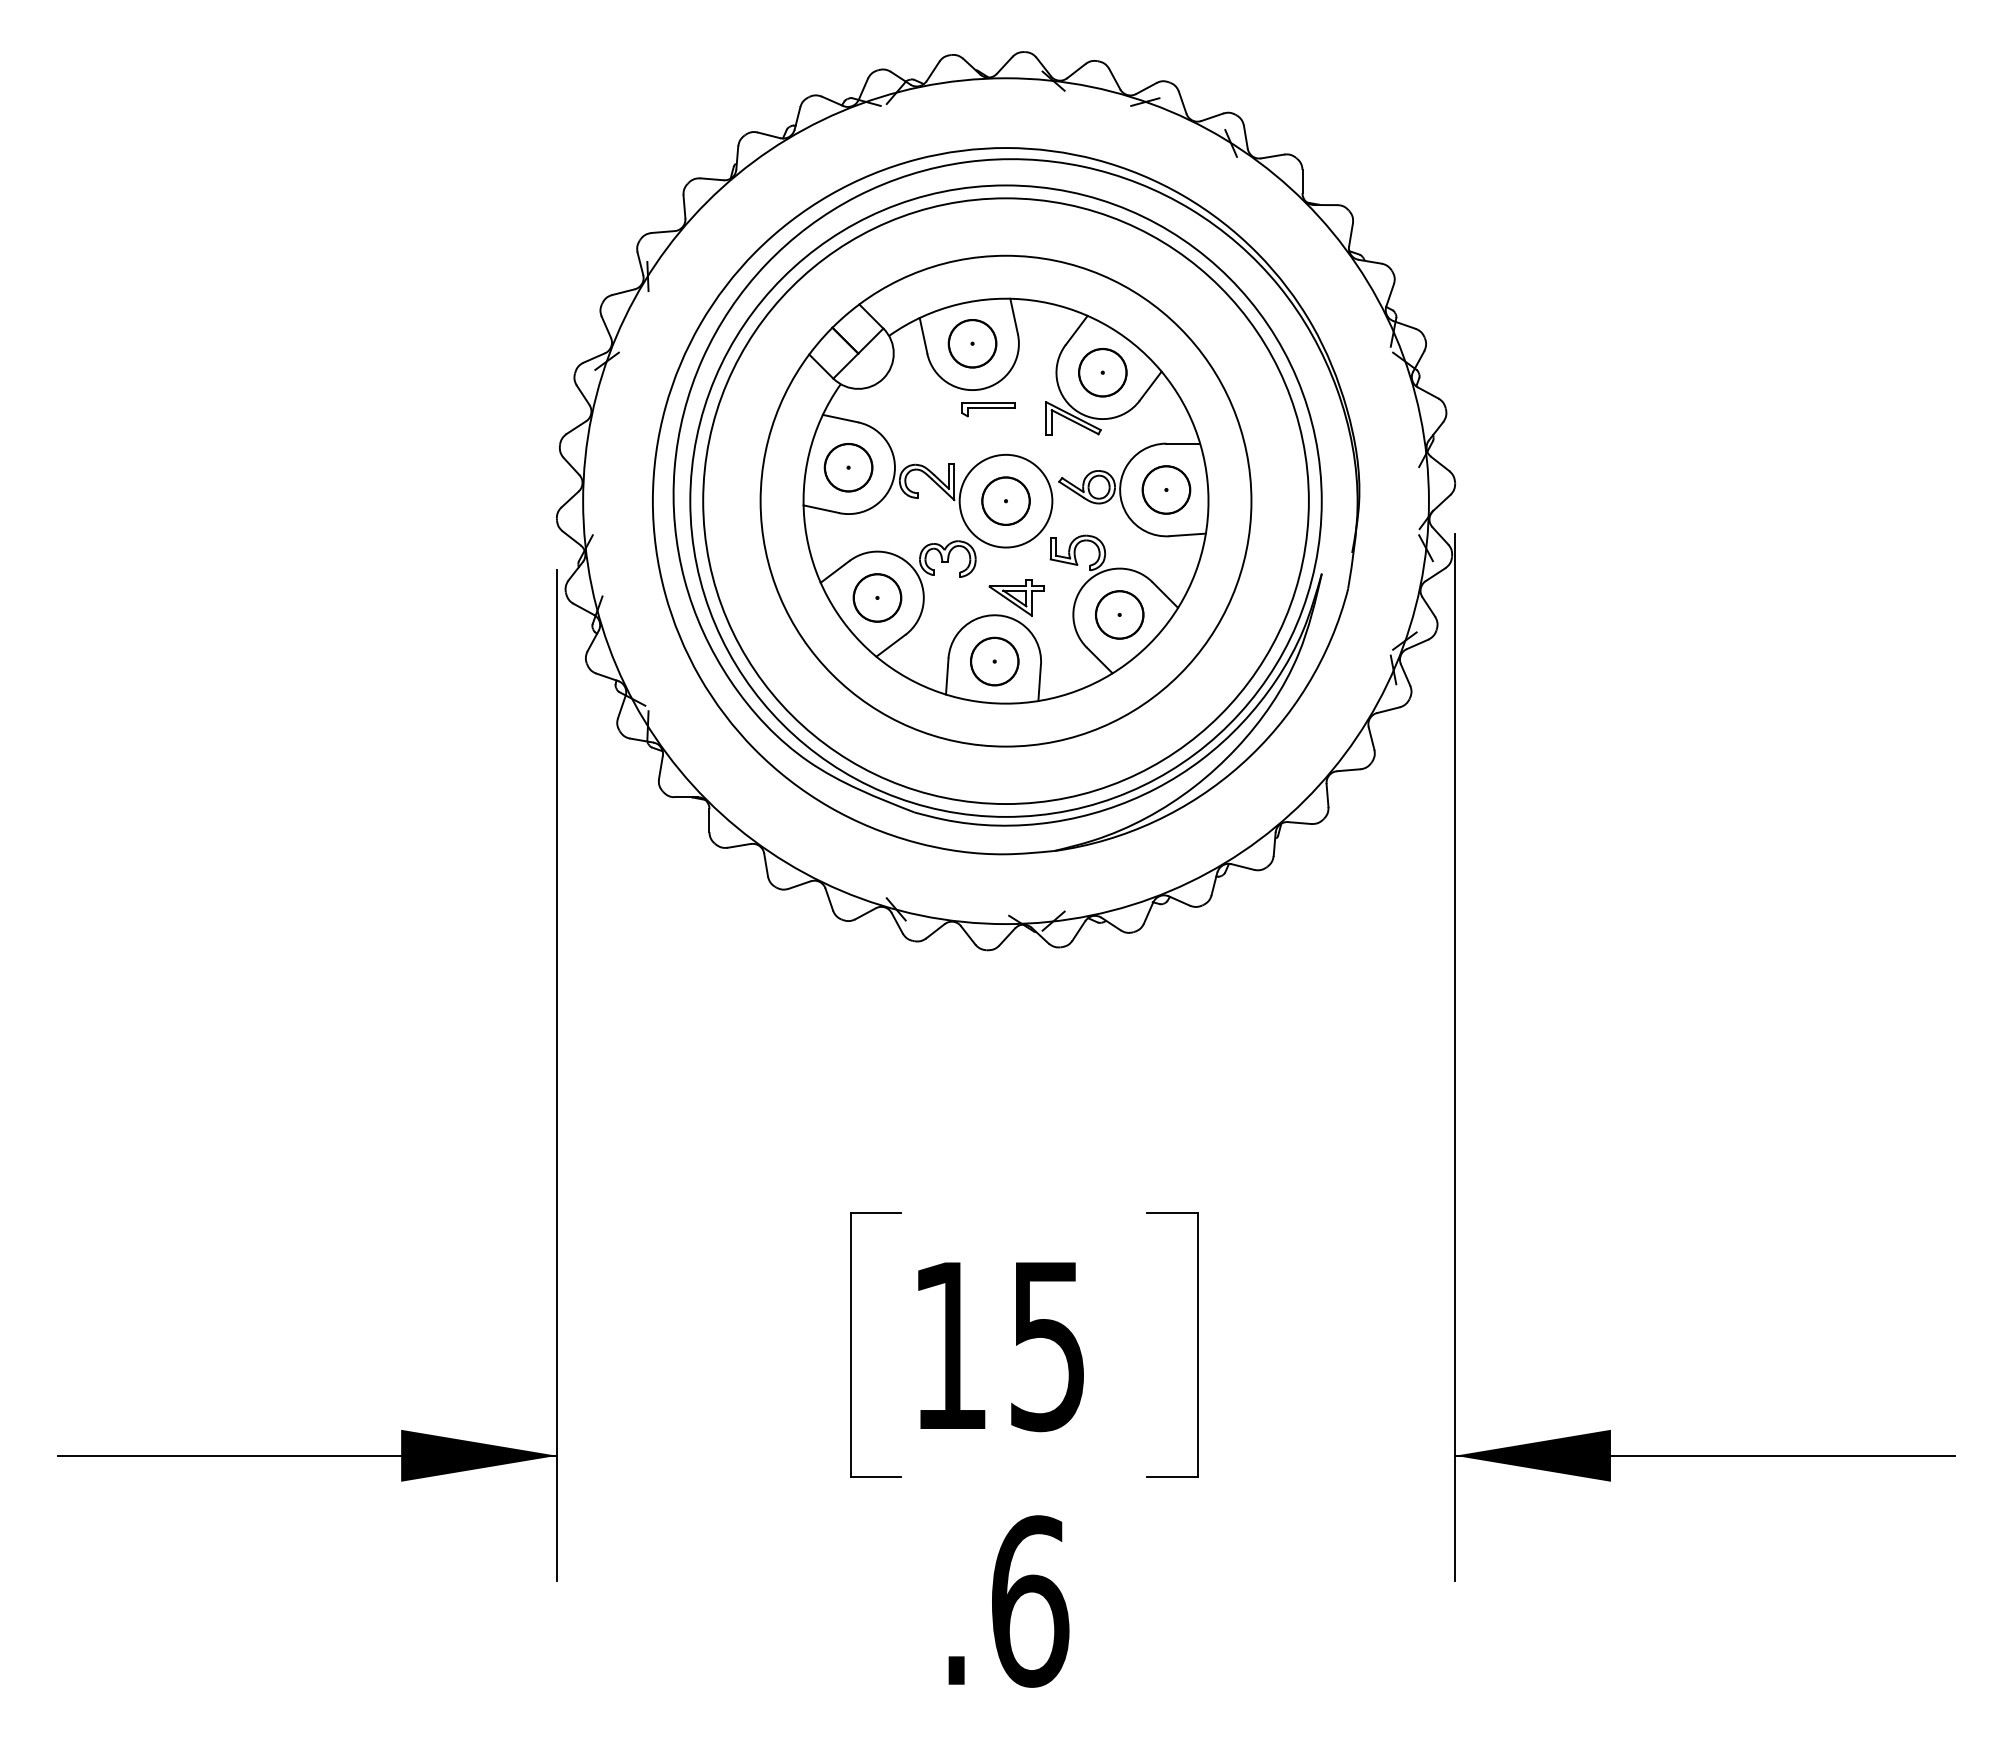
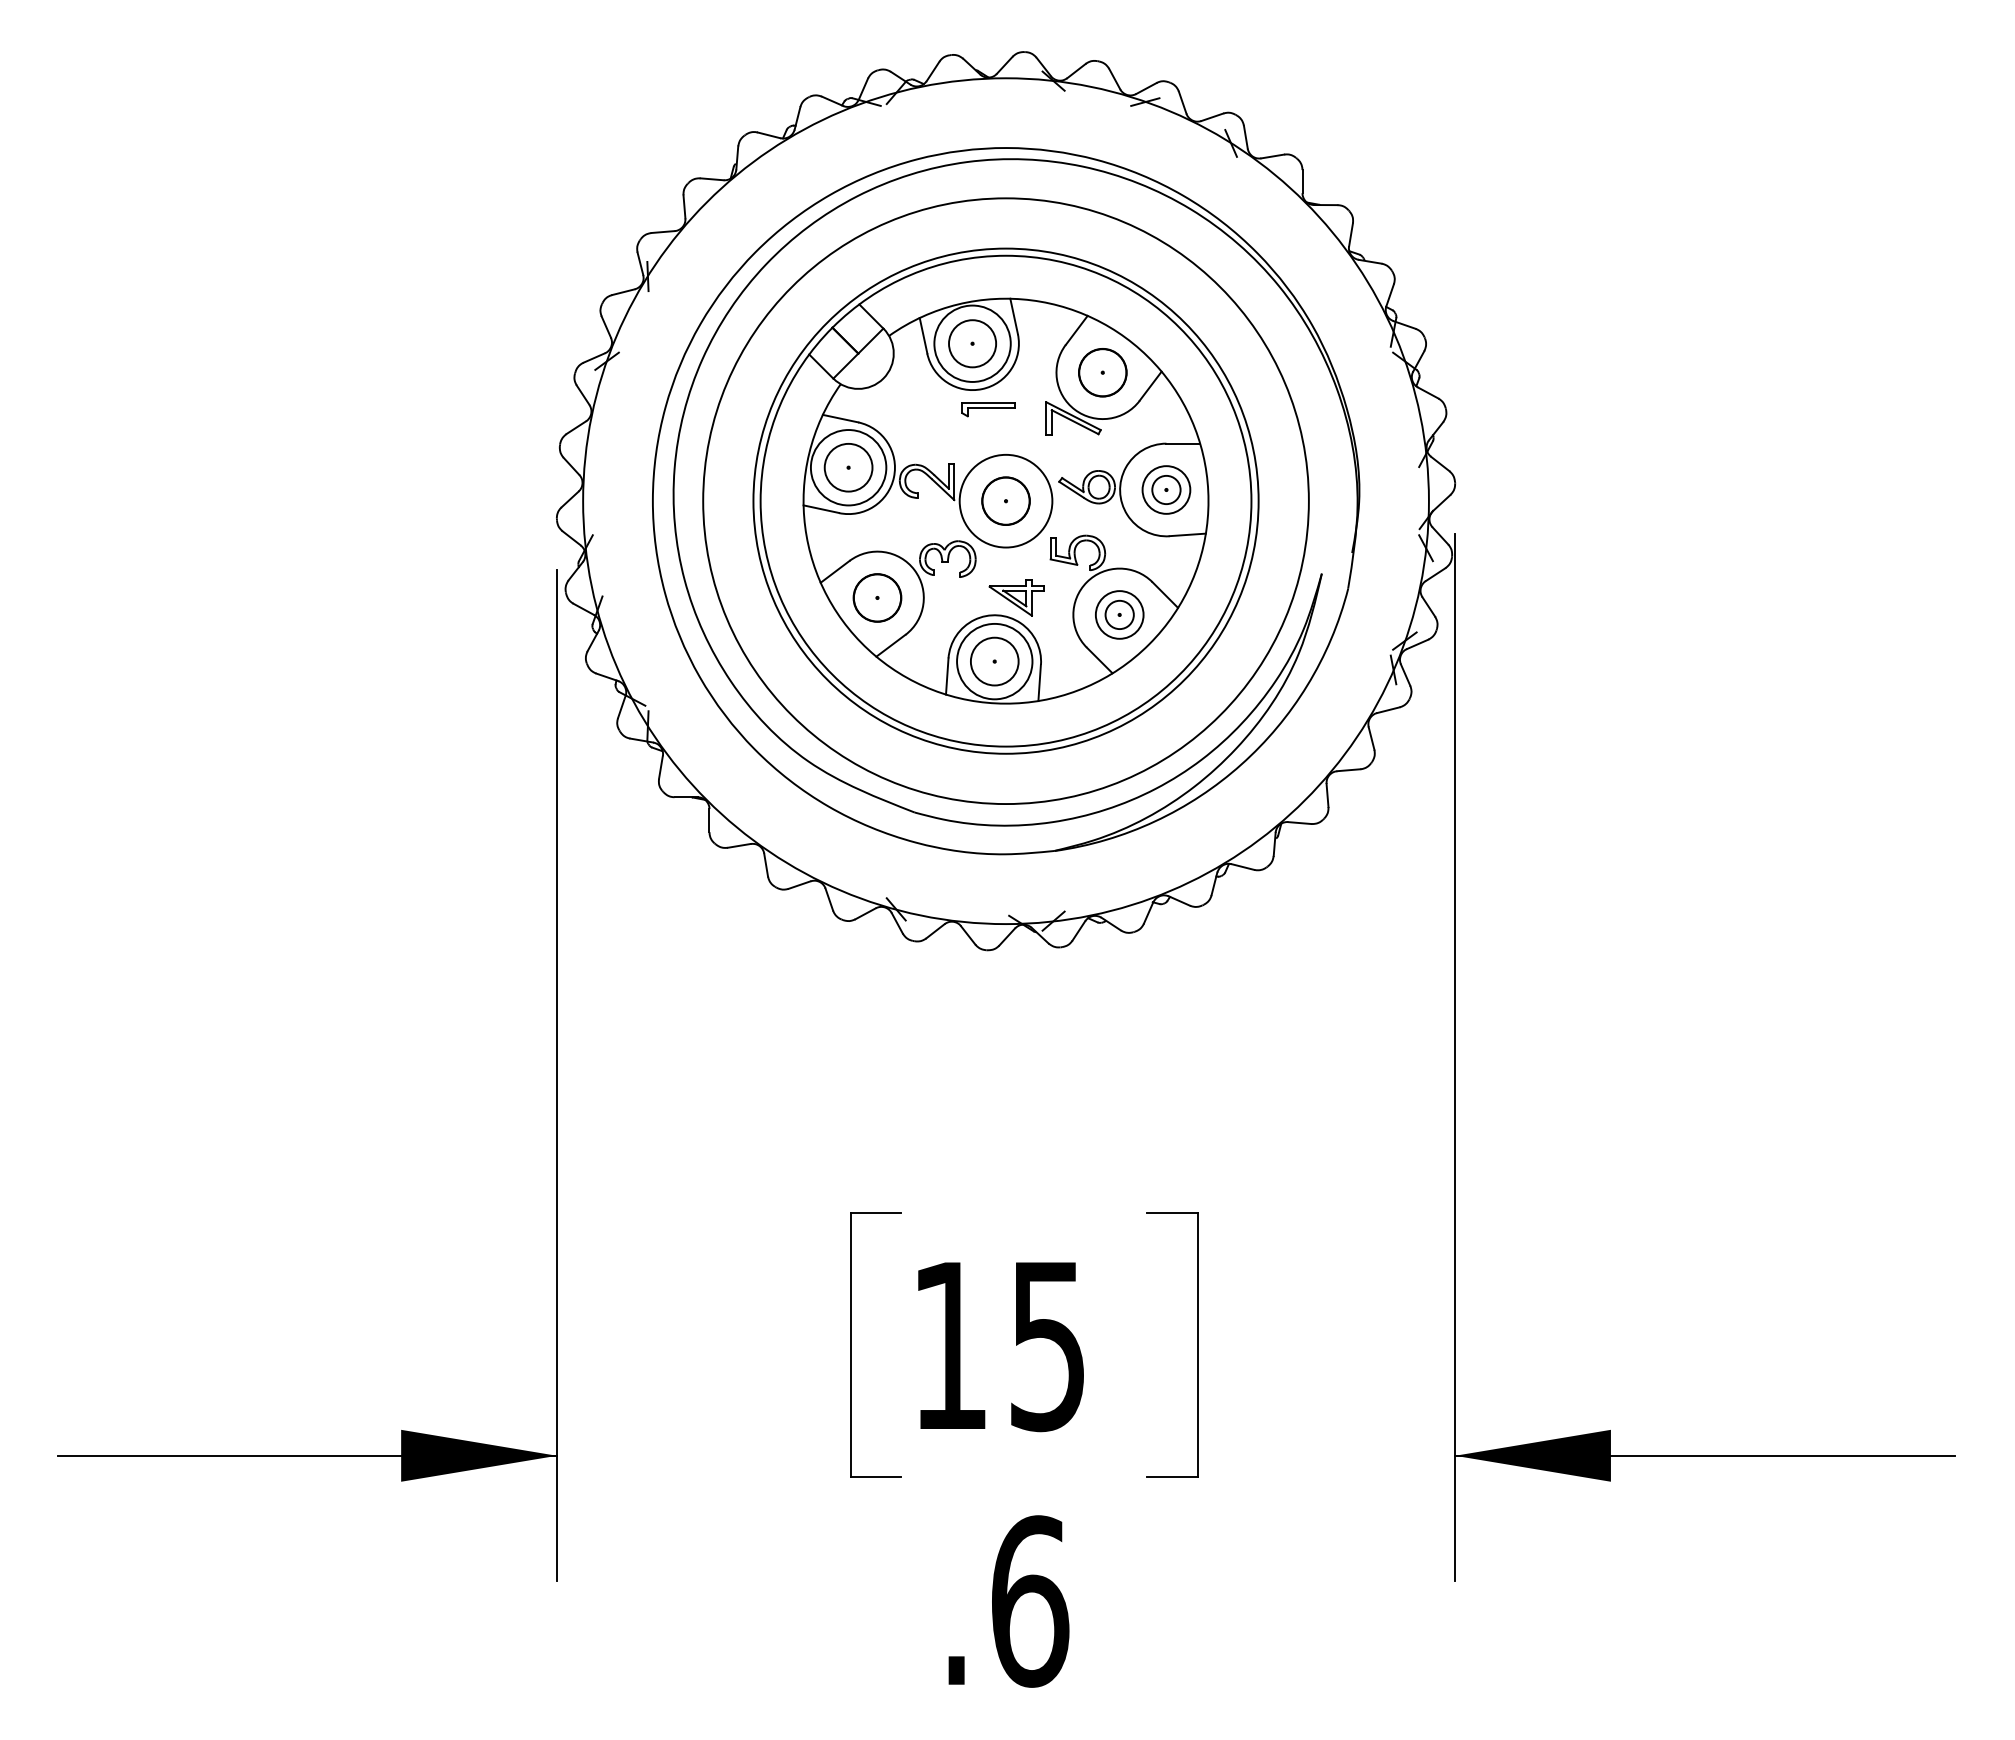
circle at (972, 343) diameter: 48 px -> 76 px
circle at (848, 467) diameter: 47 px -> 75 px
circle at (1166, 489) diameter: 47 px -> 28 px
circle at (1005, 500) diameter: 631 px -> 505 px
circle at (1119, 614) diameter: 47 px -> 28 px
circle at (994, 661) diameter: 47 px -> 75 px
